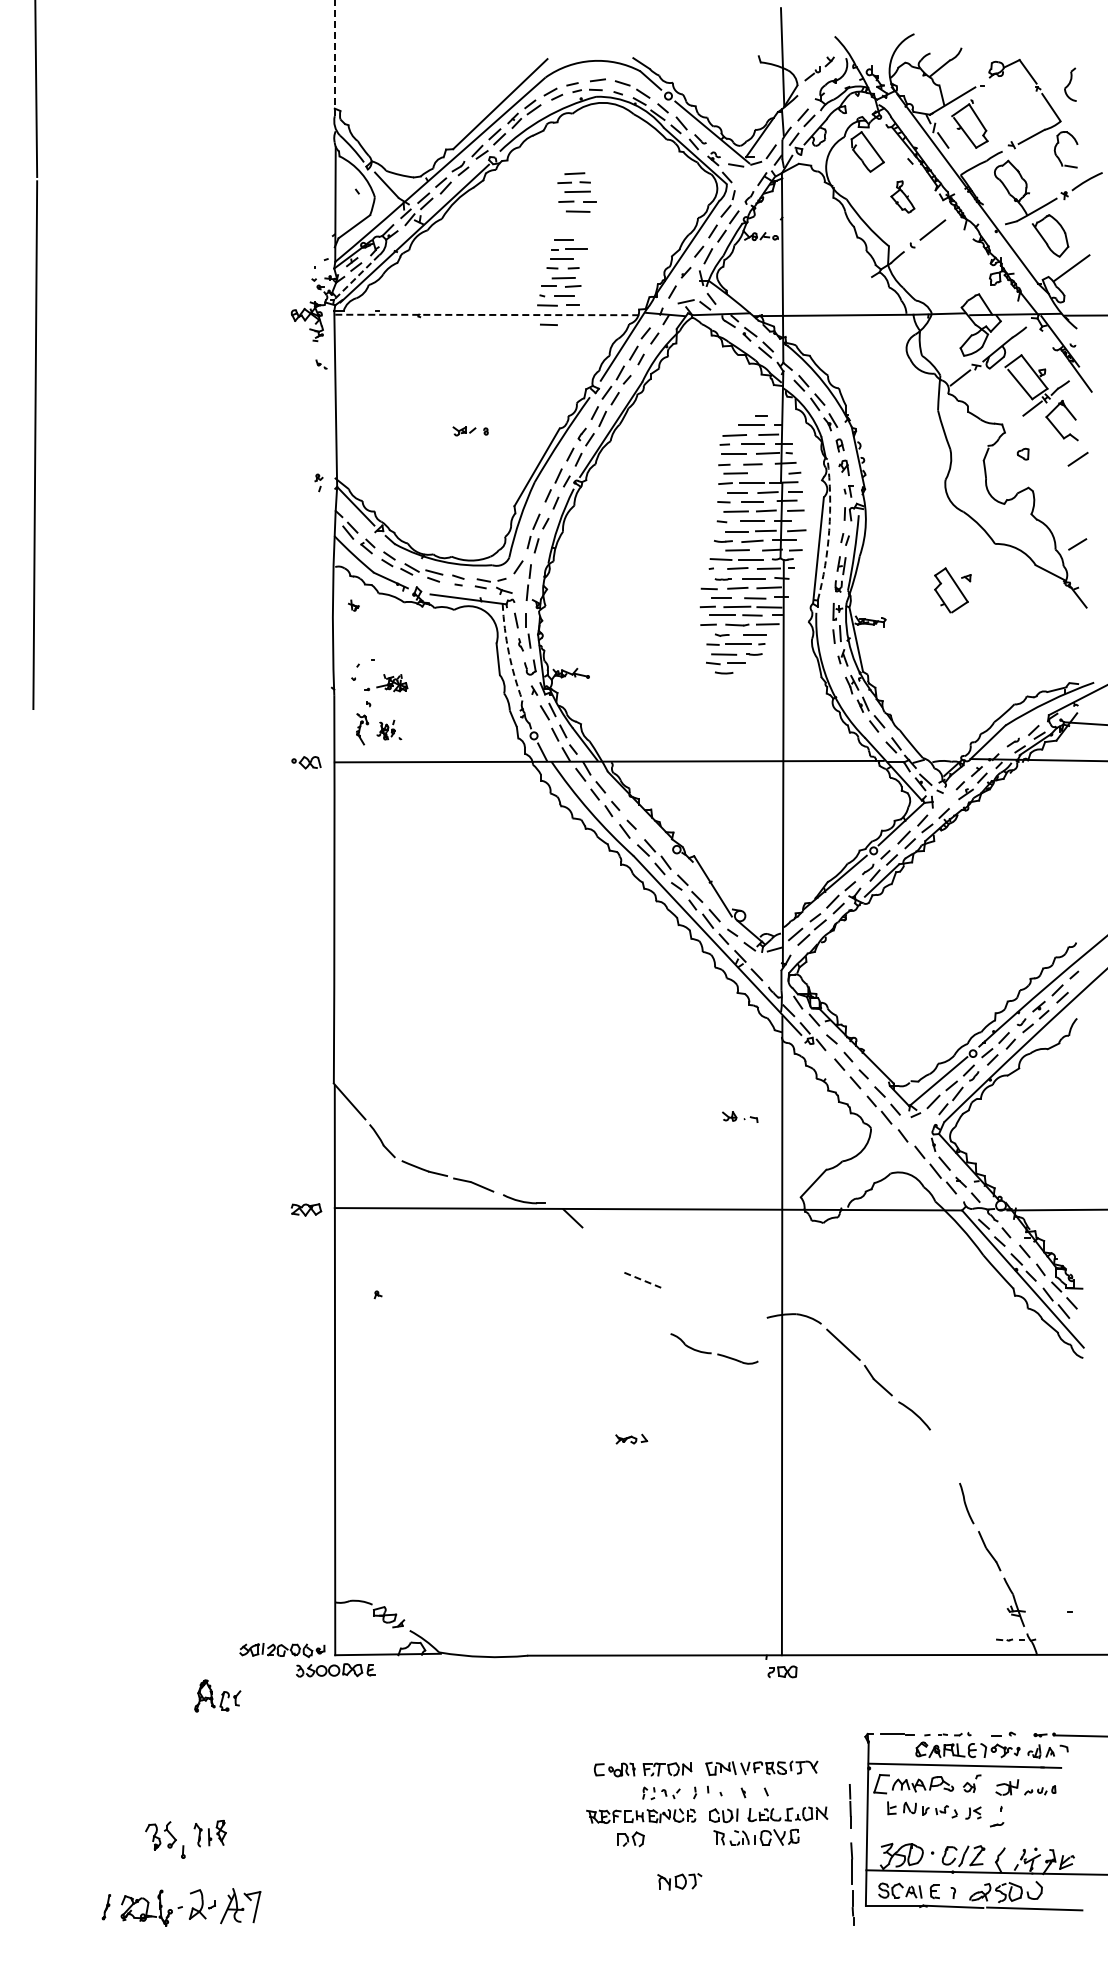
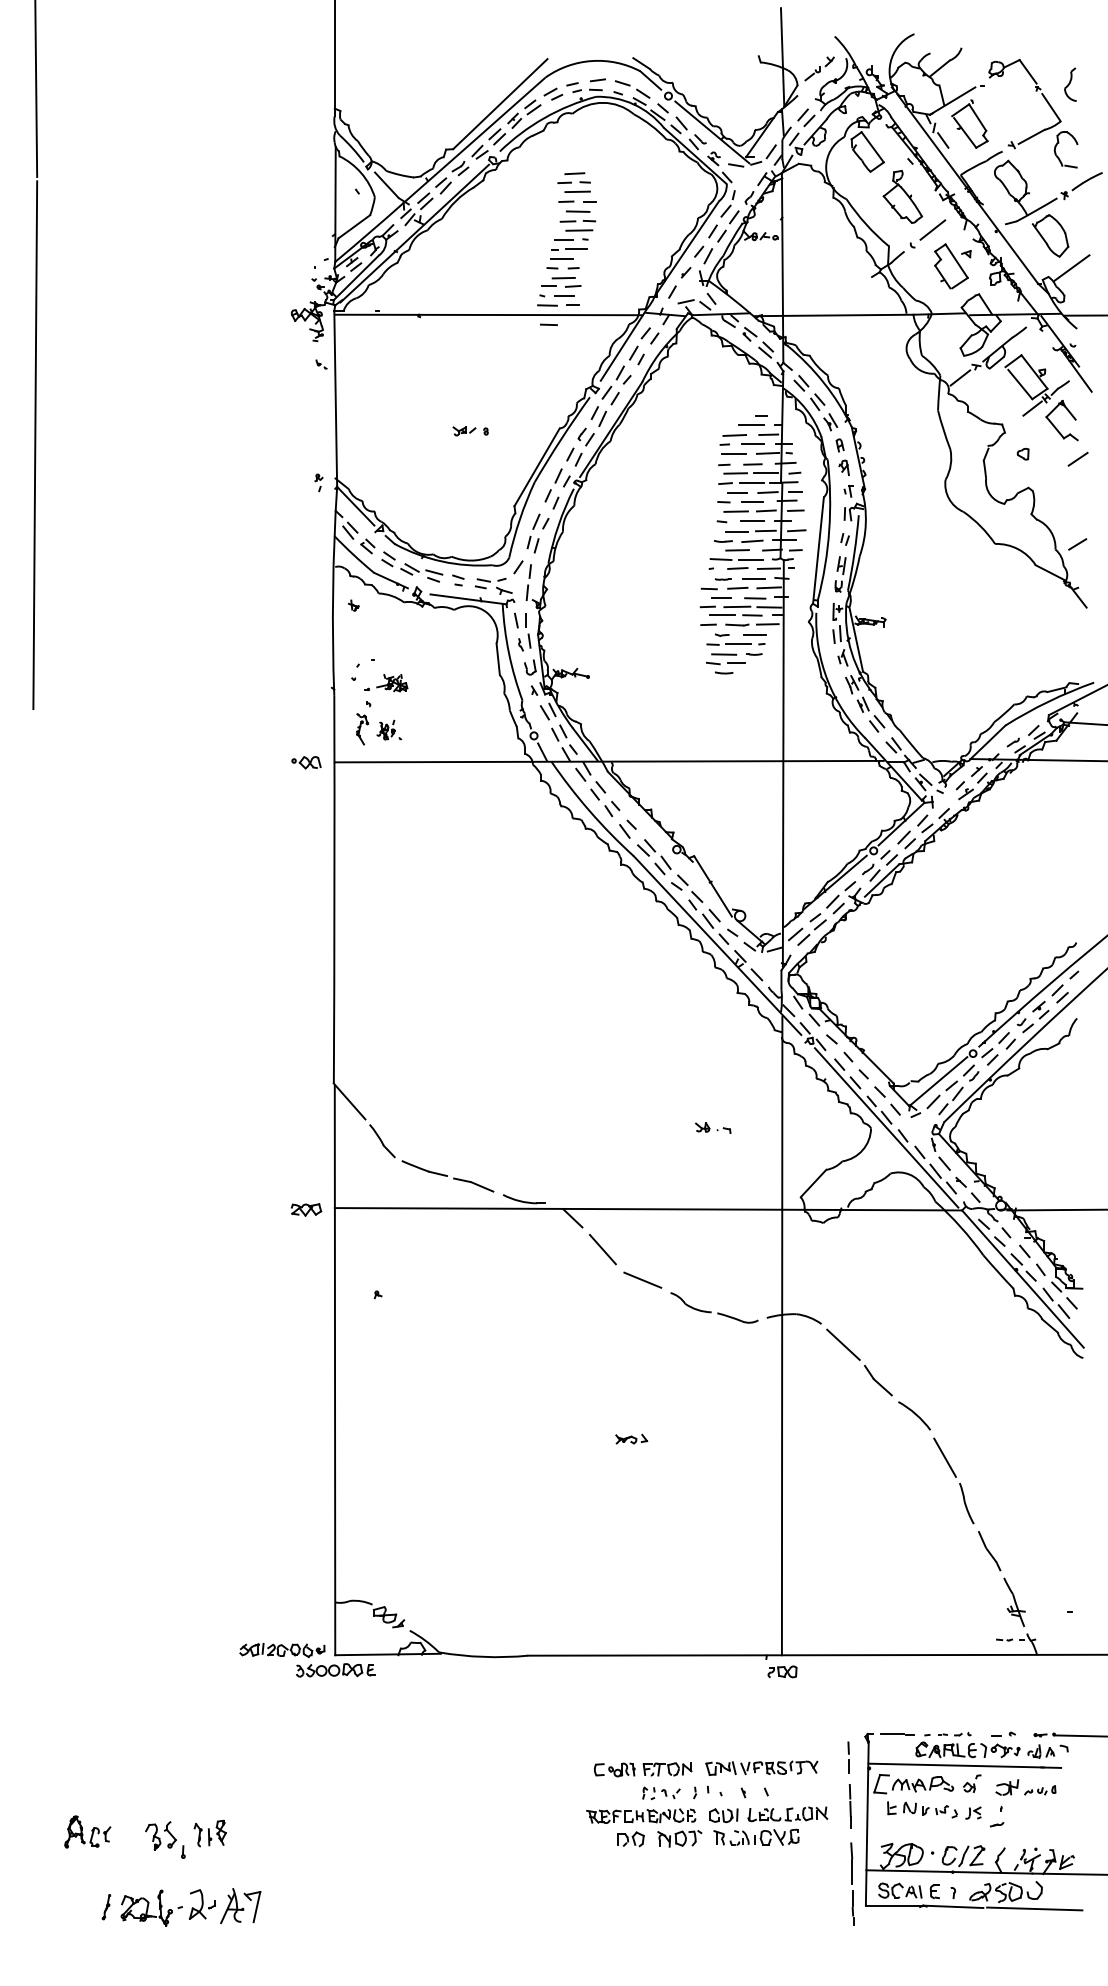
line at (334, 58): dashed -> solid
part at (902, 196) size: 26x34 px -> 42x54 px
part at (577, 230): none -> present
line at (356, 277): dashed -> solid
line at (489, 314): dashed -> solid
line at (766, 473): none -> present
arc at (829, 530): dashed -> solid
part at (952, 590) position: (952, 590) -> (952, 266)
arc at (508, 652): dashed -> solid
part at (740, 1116) position: (740, 1116) -> (713, 1127)
line at (886, 1127): none -> present
line at (602, 1249): none -> present
line at (642, 1280): dashed -> solid
part at (714, 1348) position: (714, 1348) -> (714, 1307)
line at (944, 1457): none -> present
part at (217, 1695) position: (217, 1695) -> (87, 1831)
line at (848, 1759): none -> present
part at (679, 1881) position: (679, 1881) -> (679, 1838)
